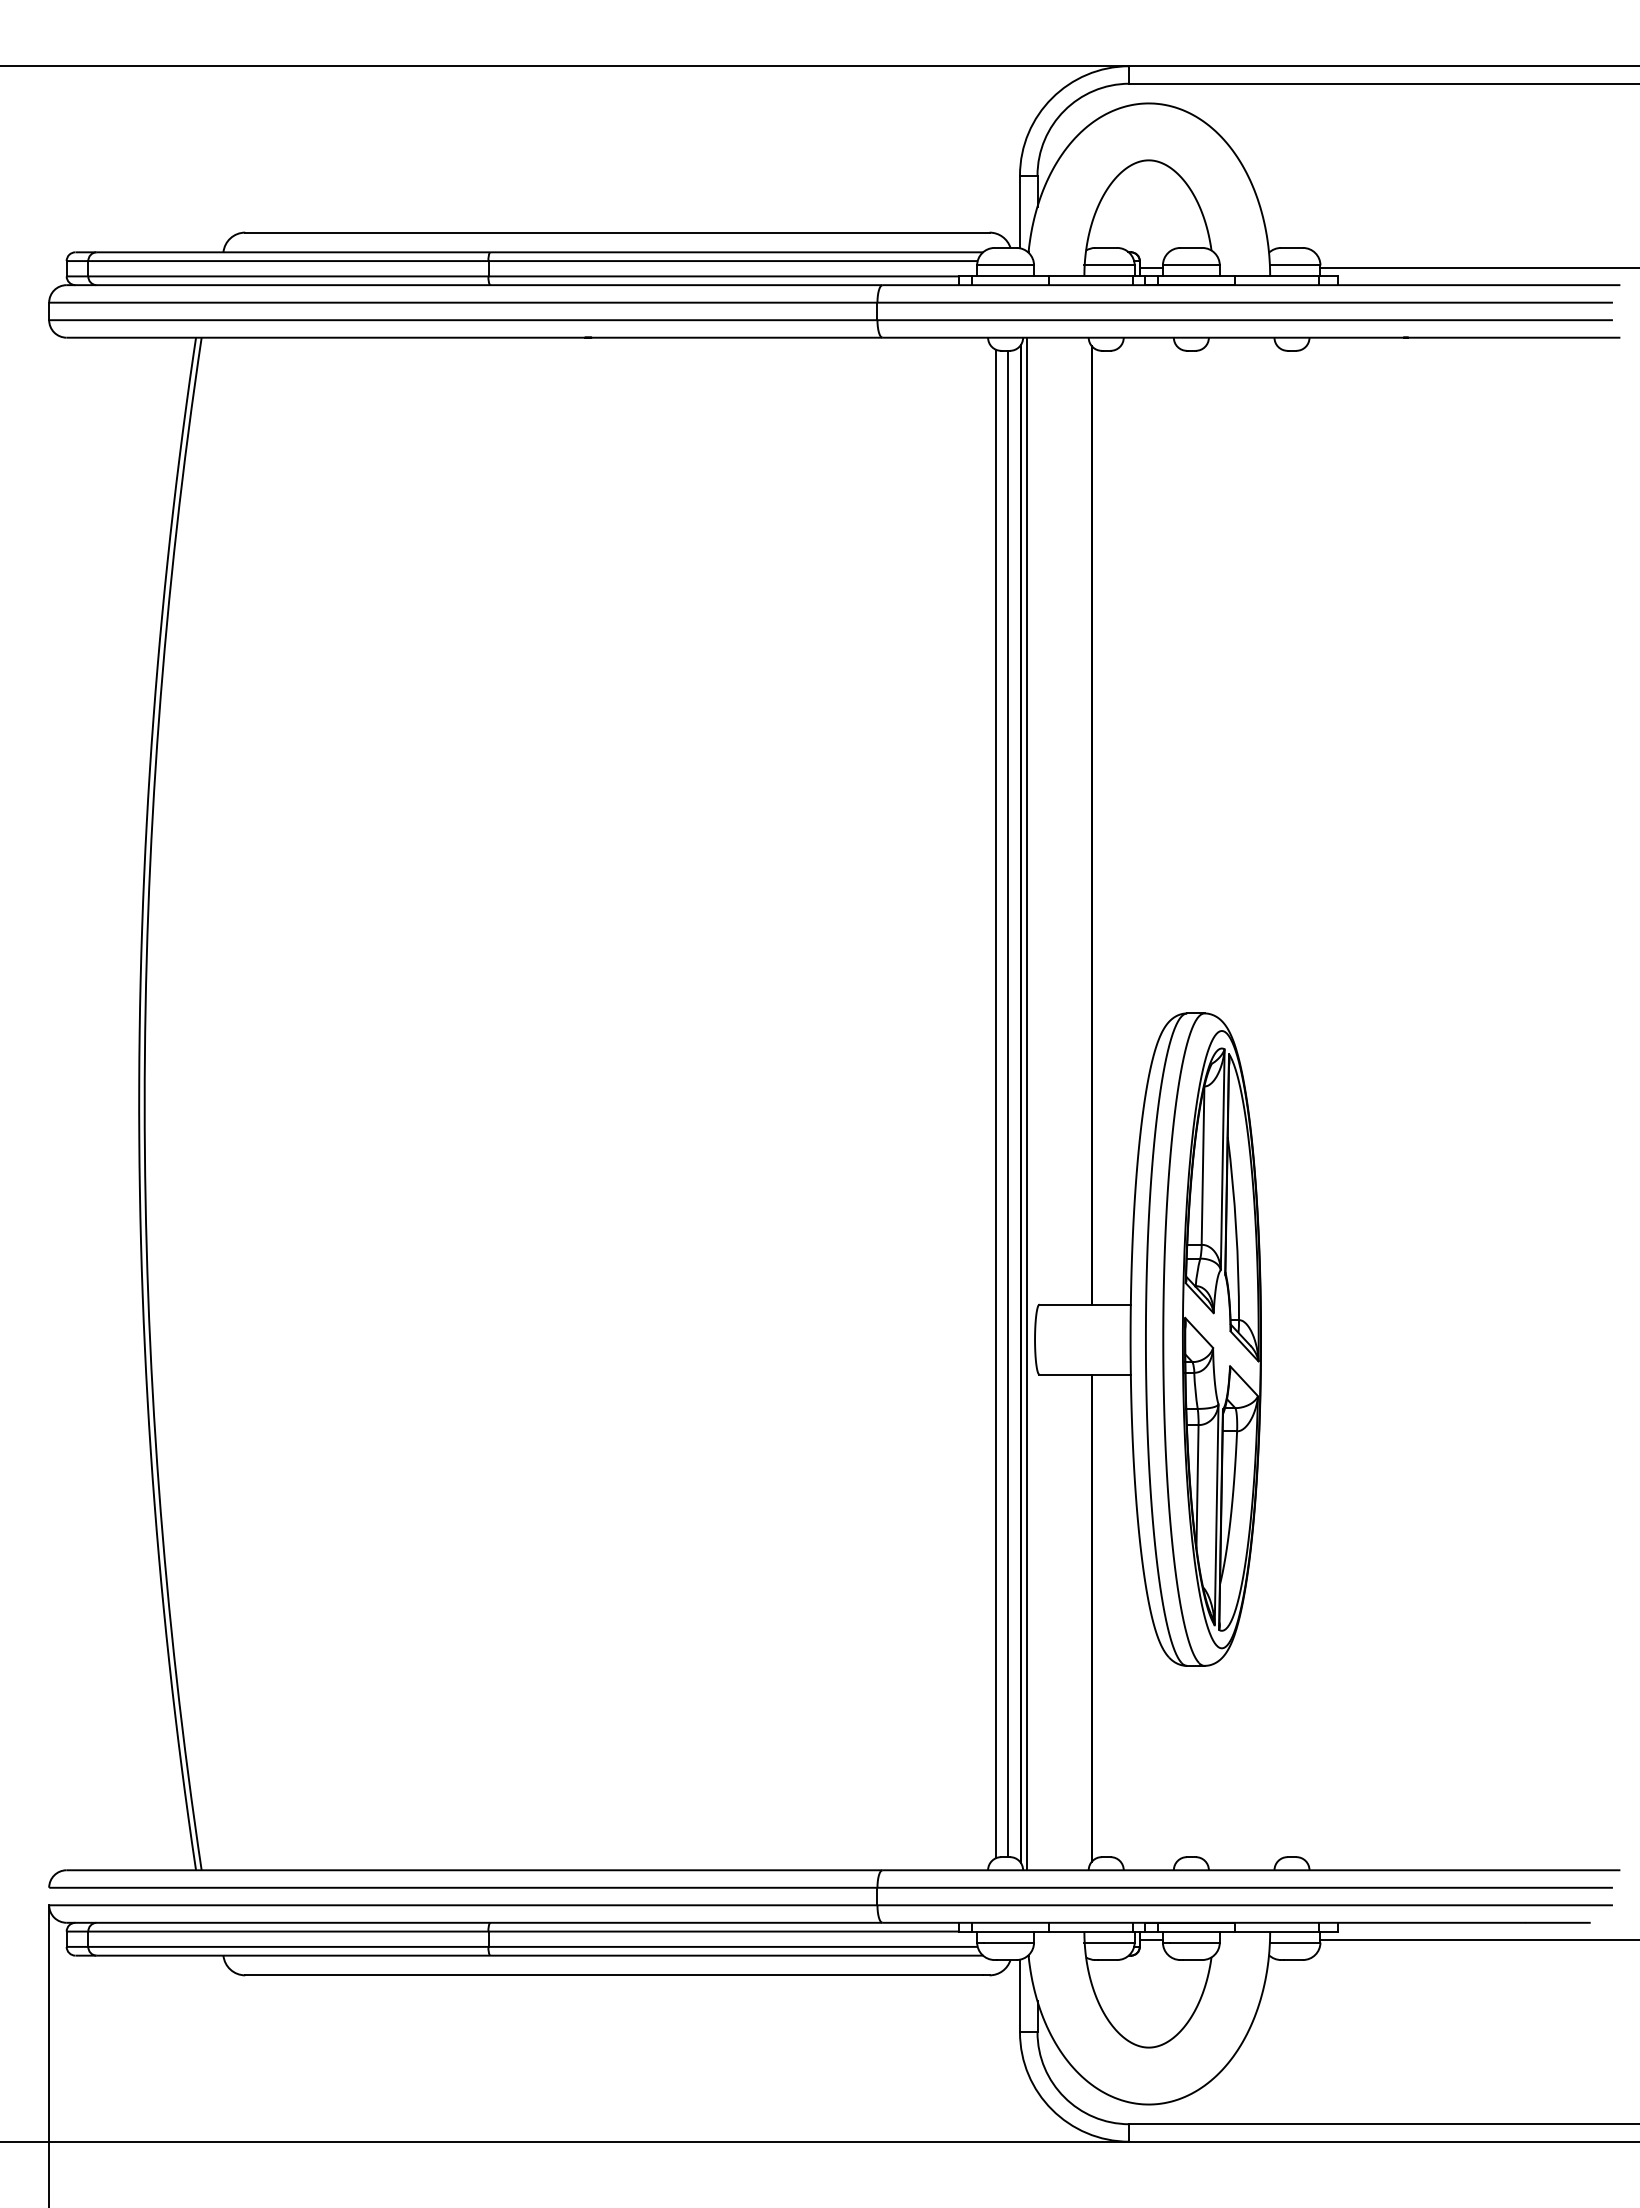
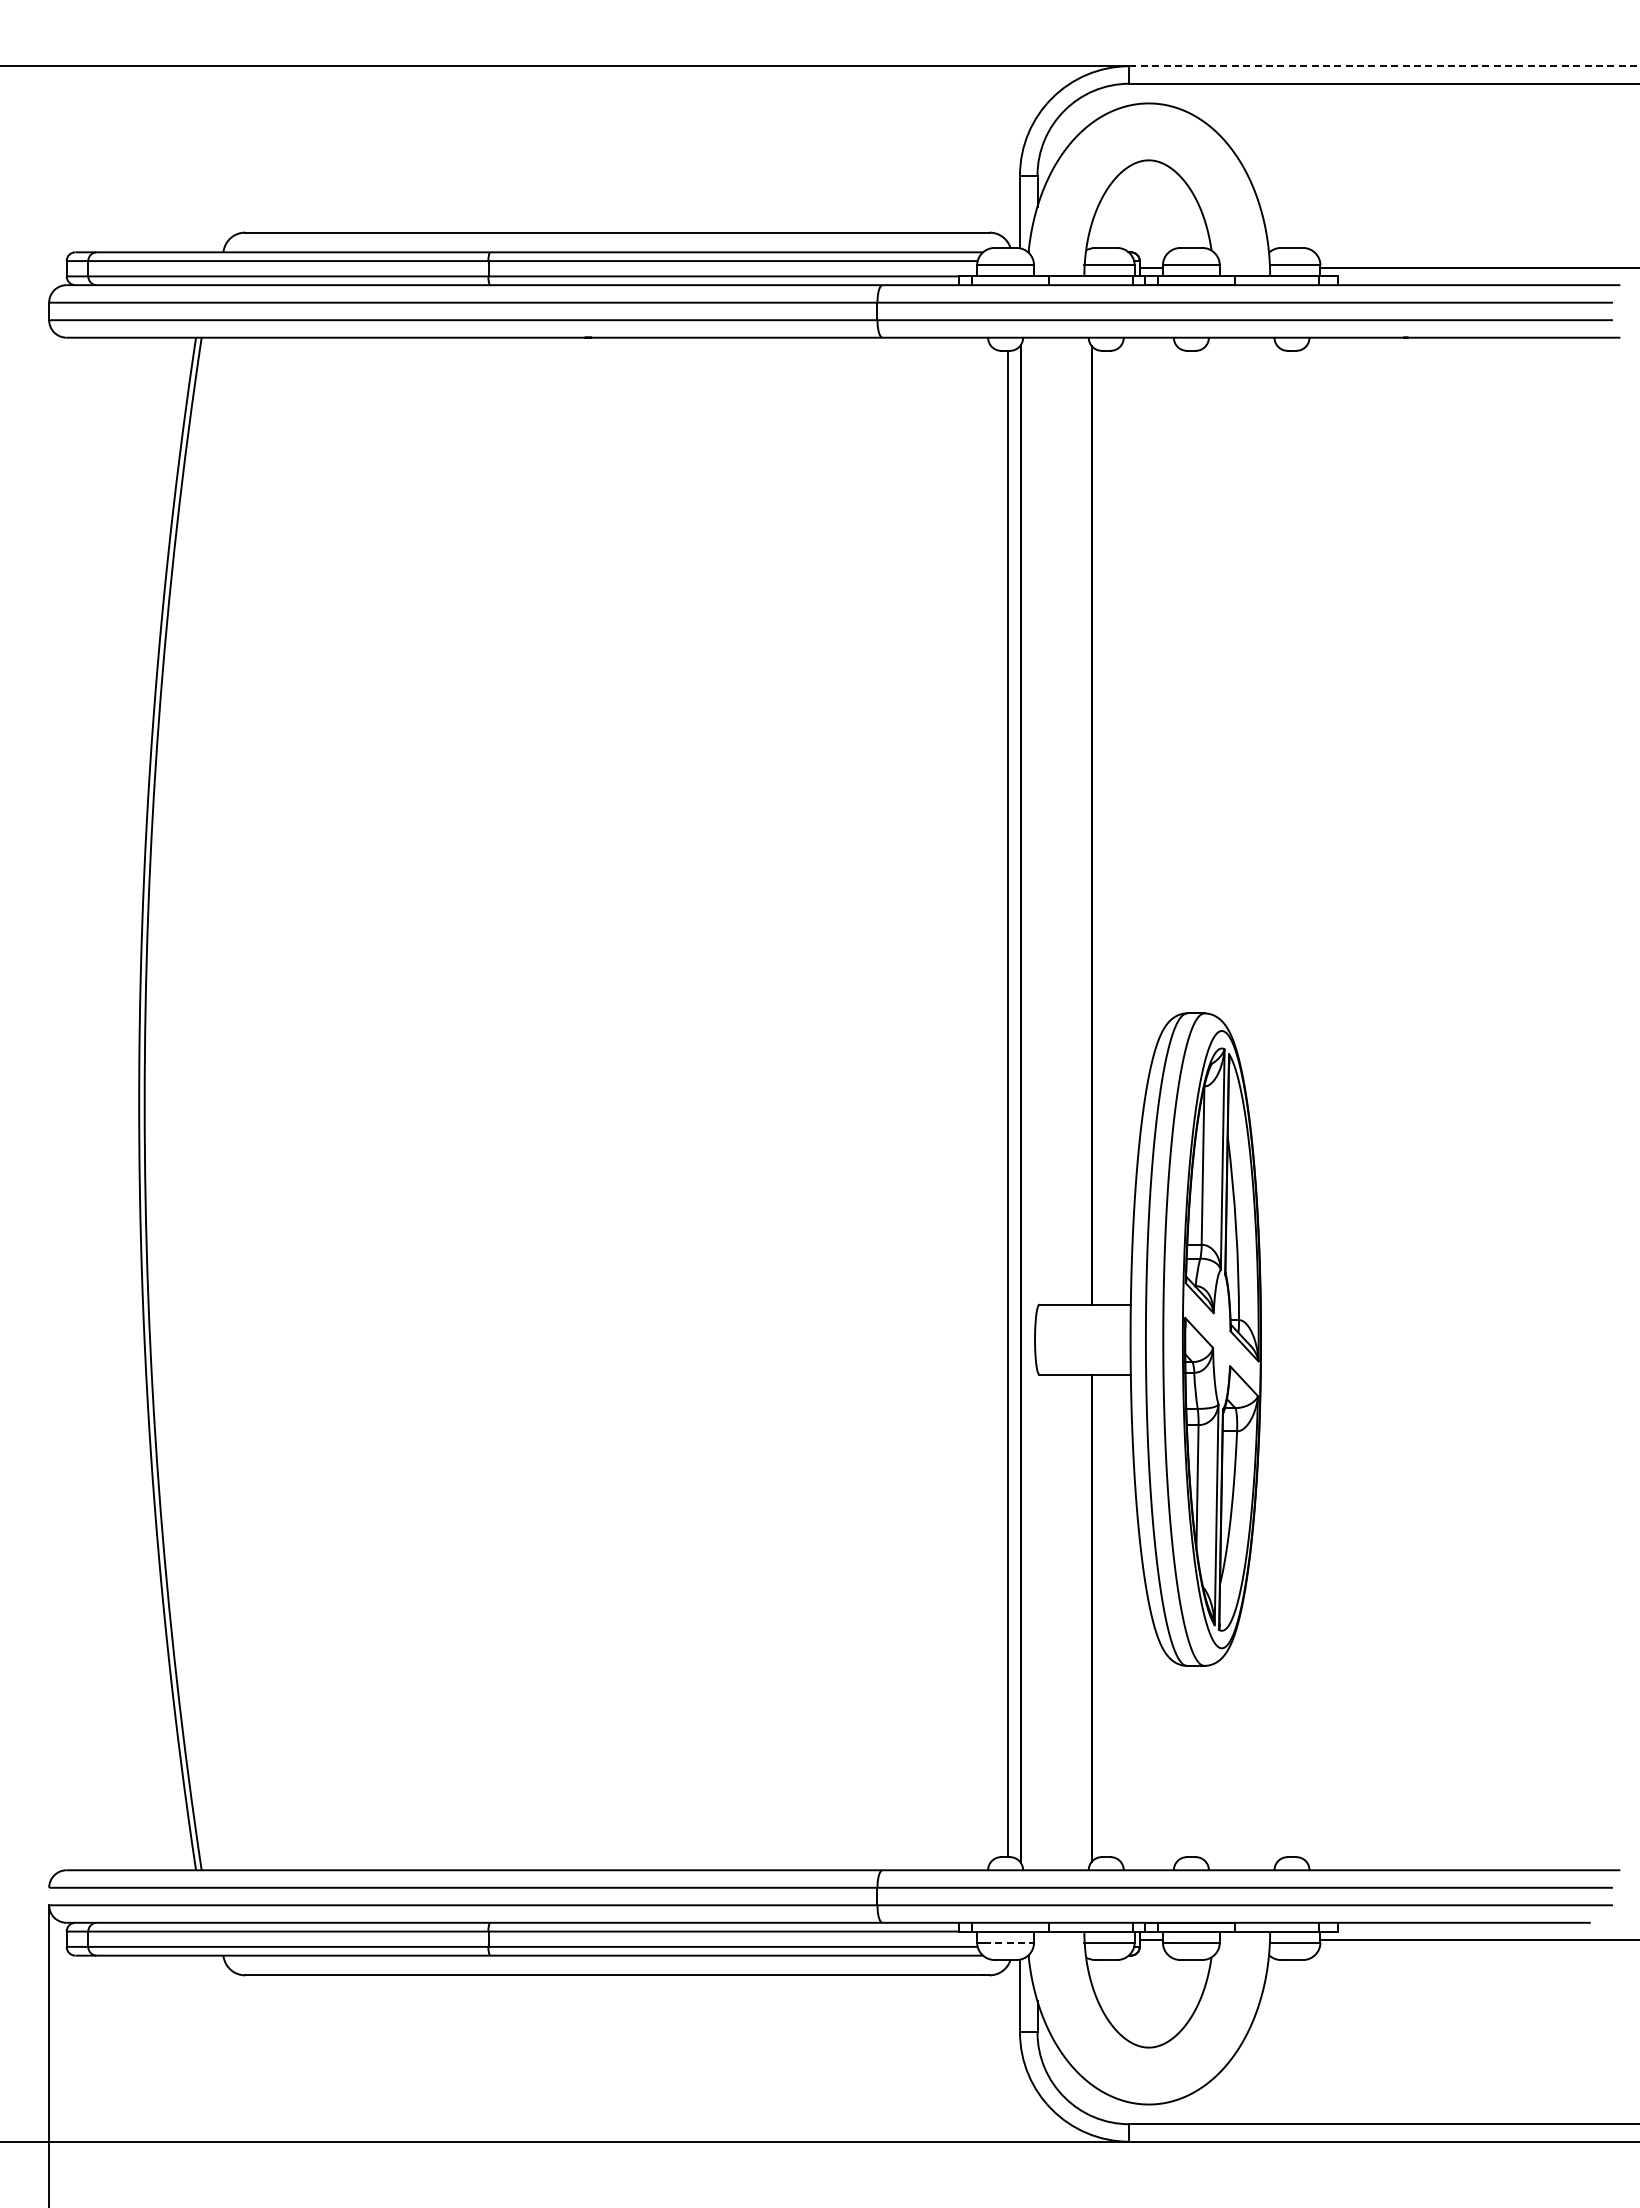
line at (1384, 66): solid -> dashed
line at (996, 1103): present -> none
line at (1026, 1103): present -> none
line at (1009, 1942): solid -> dashed
